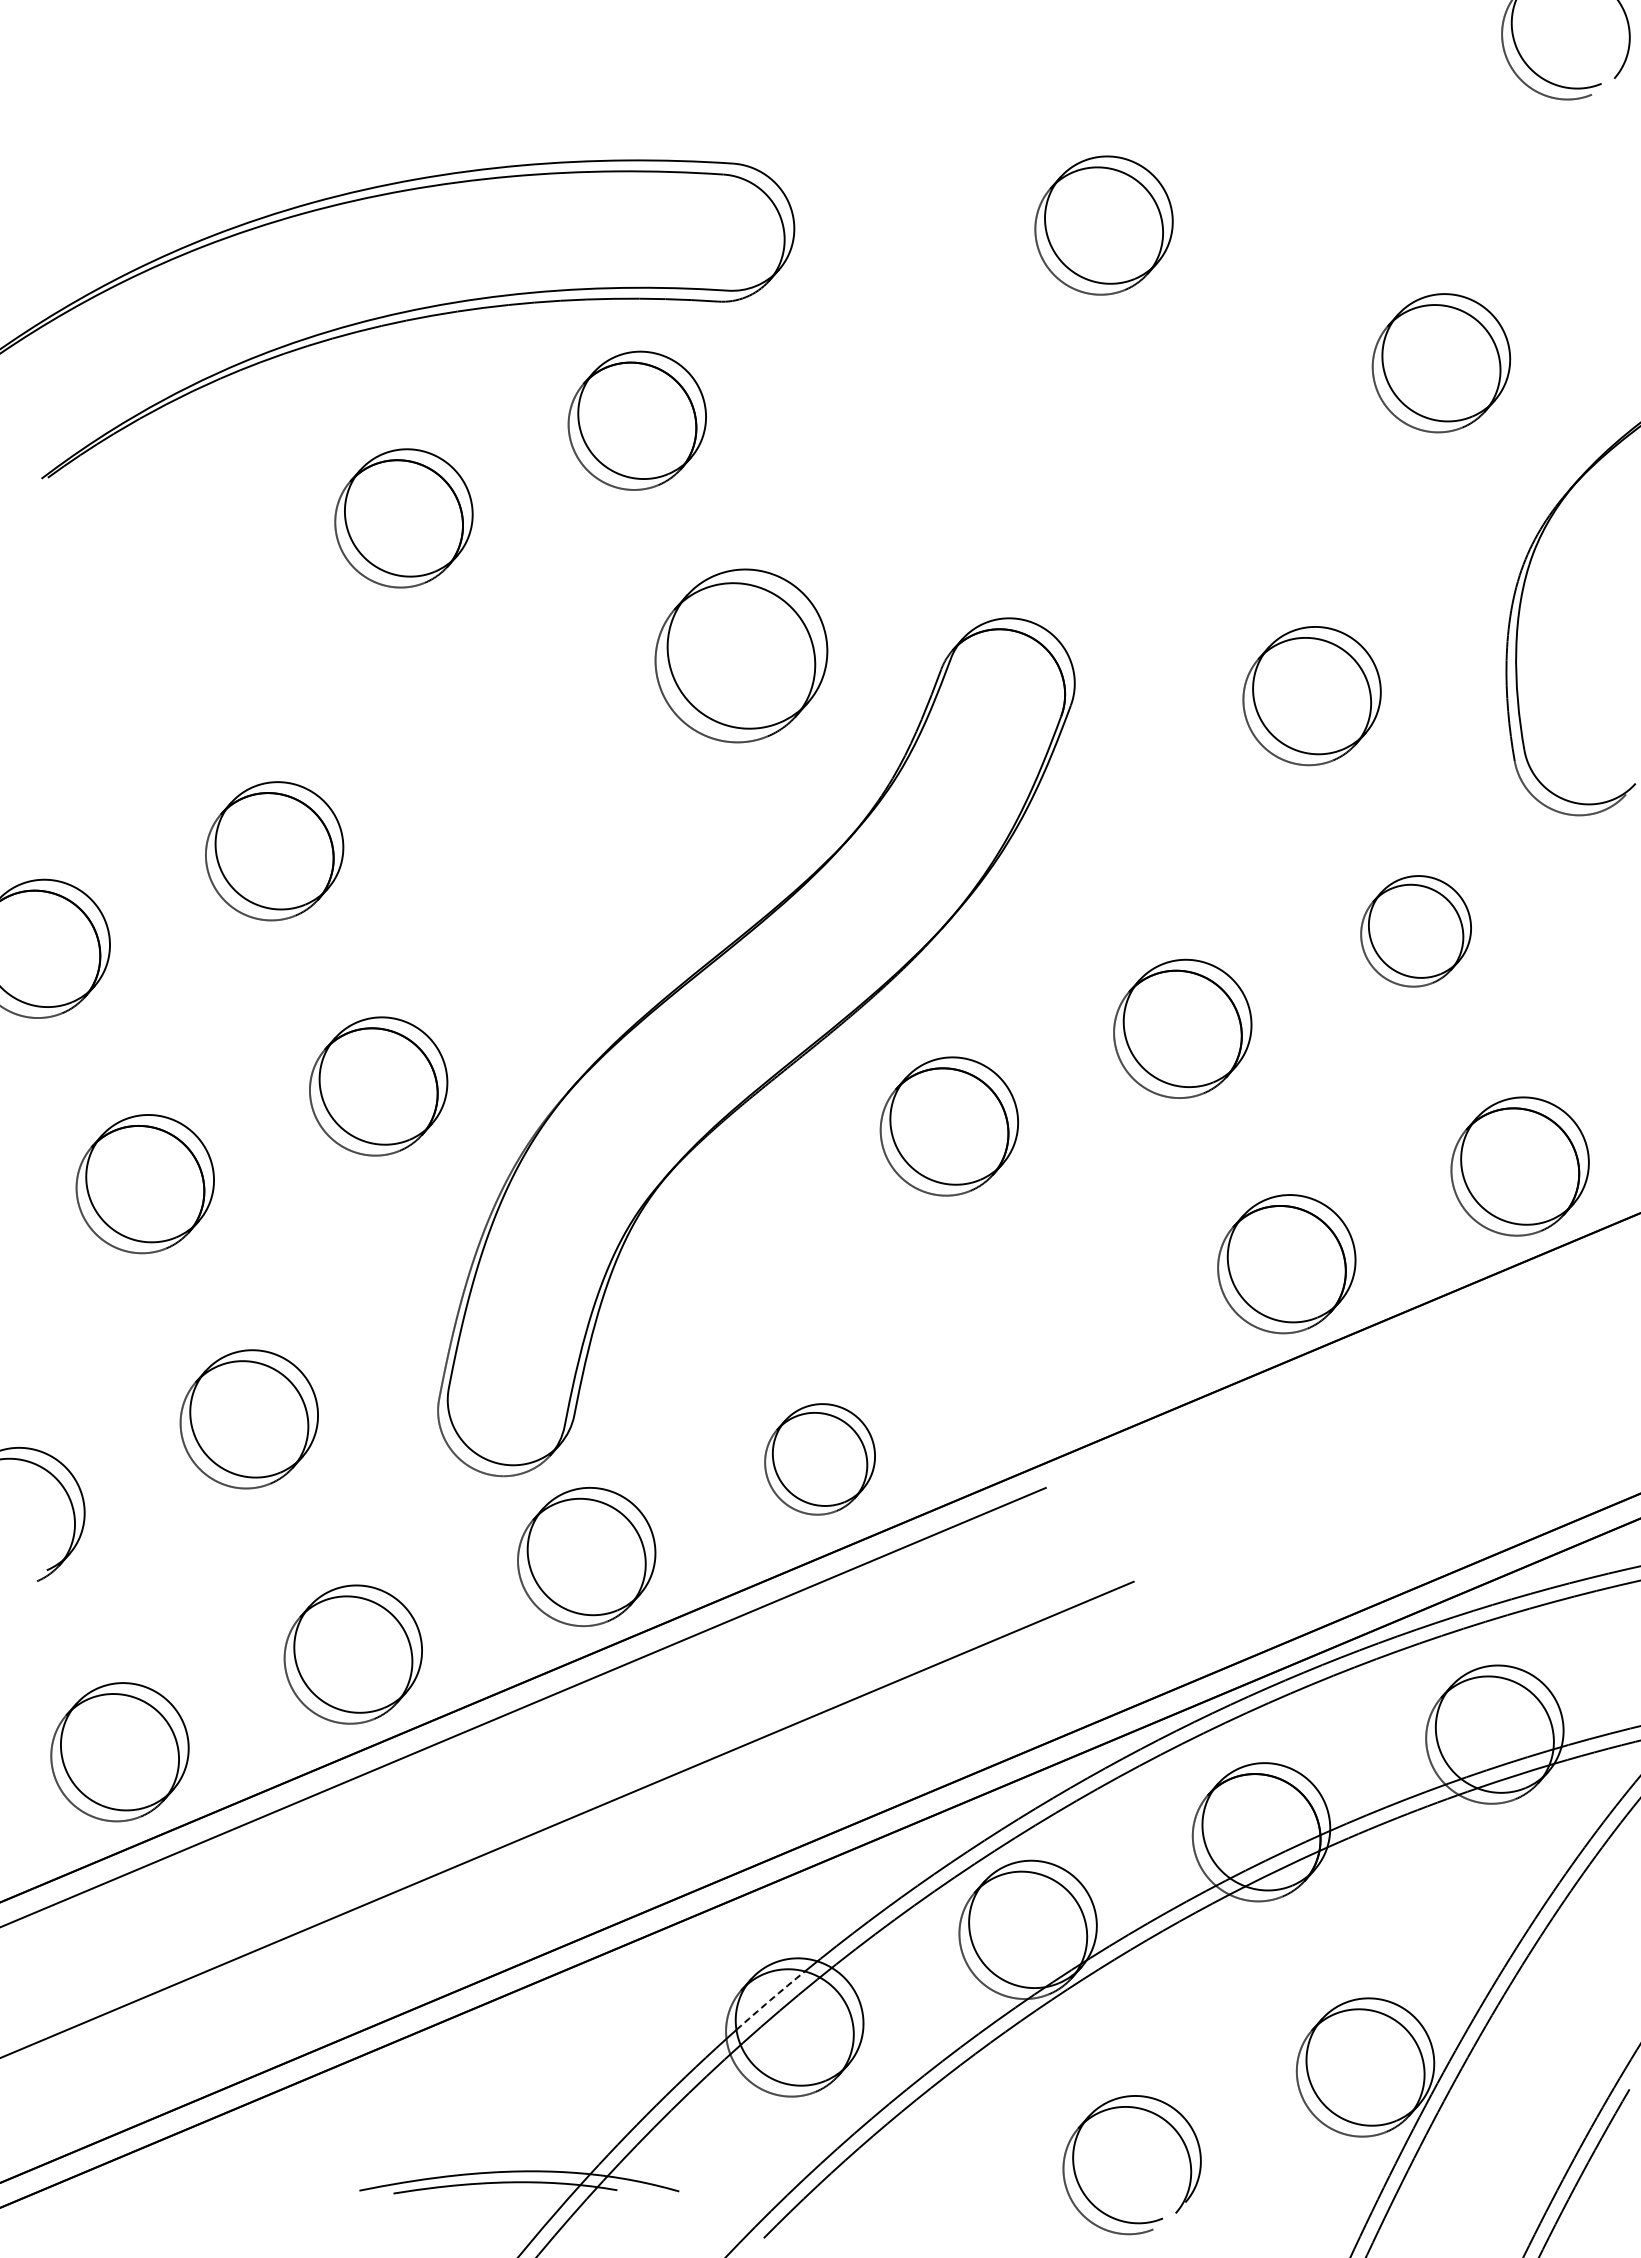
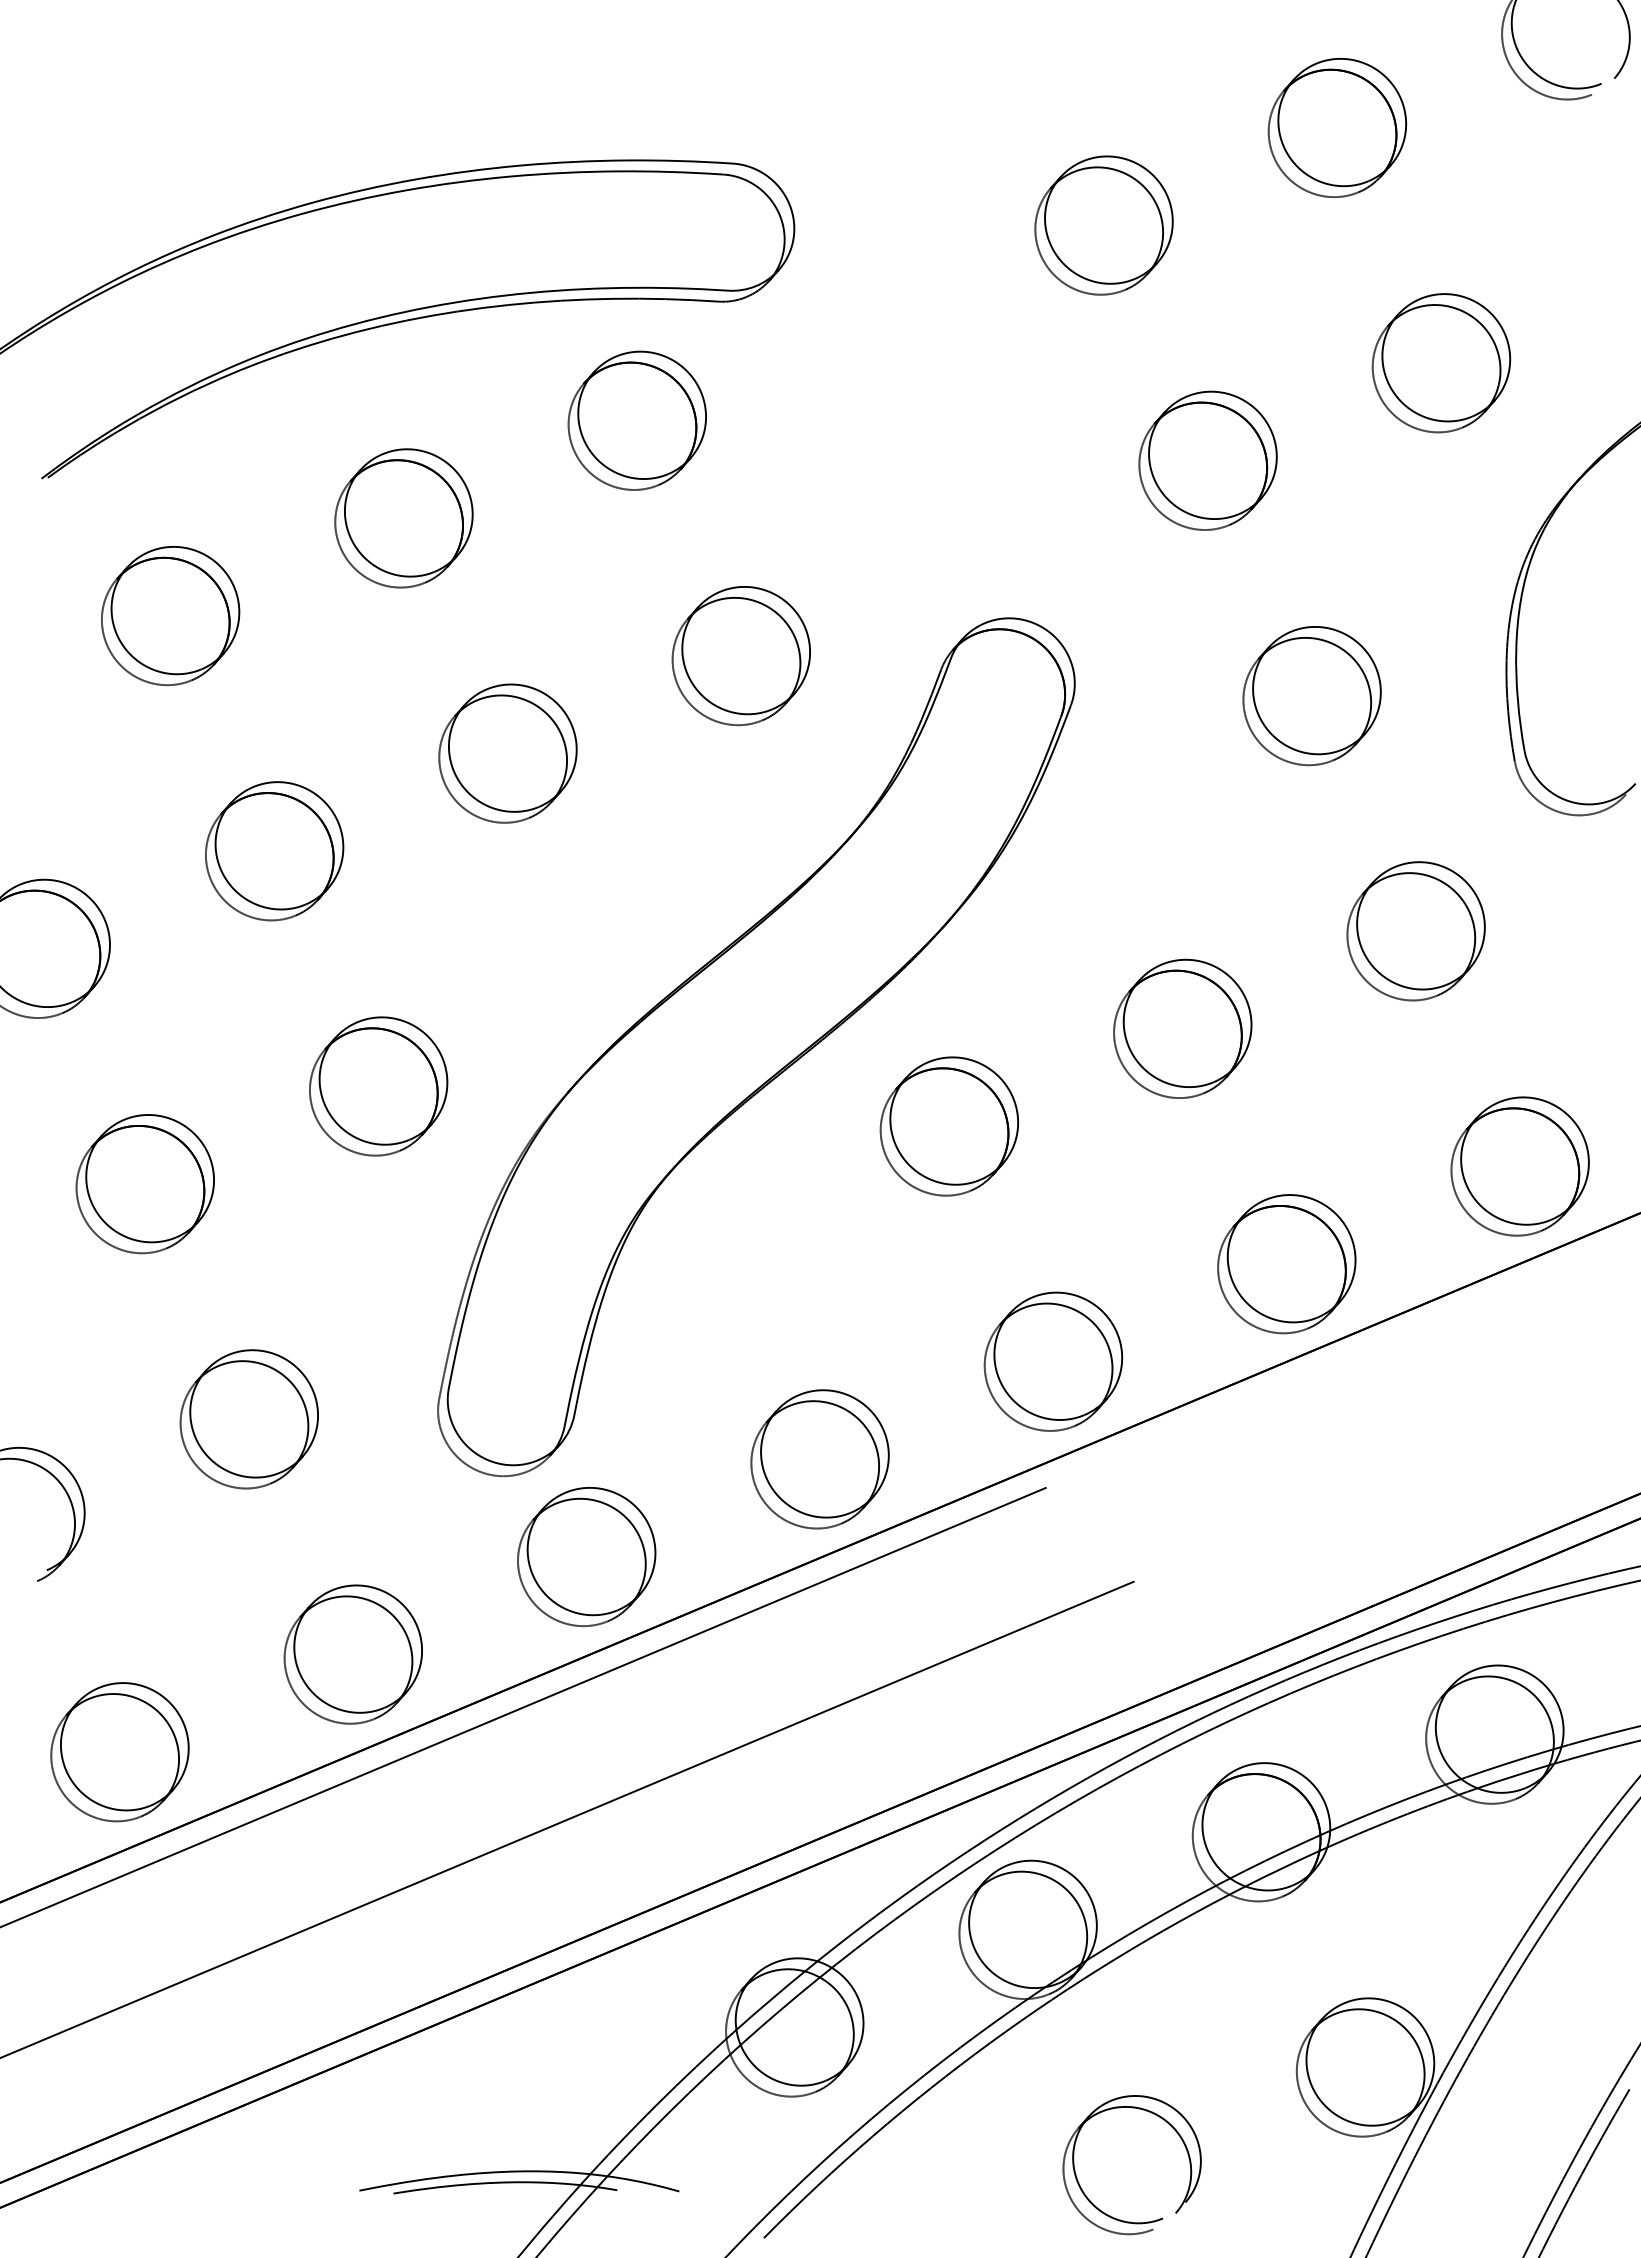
part at (1337, 127): none -> present
part at (1207, 460): none -> present
part at (170, 616): none -> present
part at (741, 655) size: 175x176 px -> 140x141 px
part at (507, 753): none -> present
part at (1415, 931) size: 112x113 px -> 140x141 px
part at (1053, 1361): none -> present
part at (819, 1459) size: 112x113 px -> 140x141 px
arc at (770, 2000): dashed -> solid
